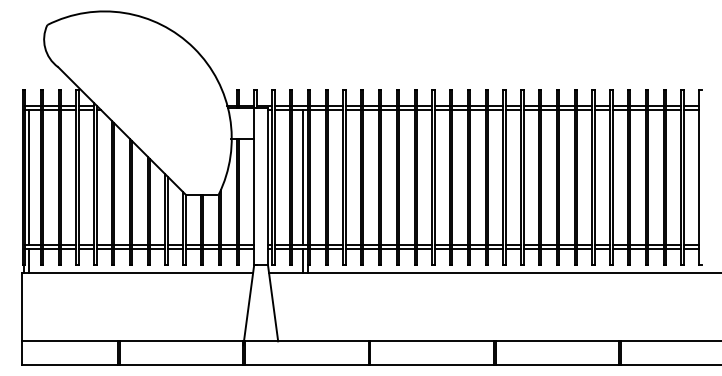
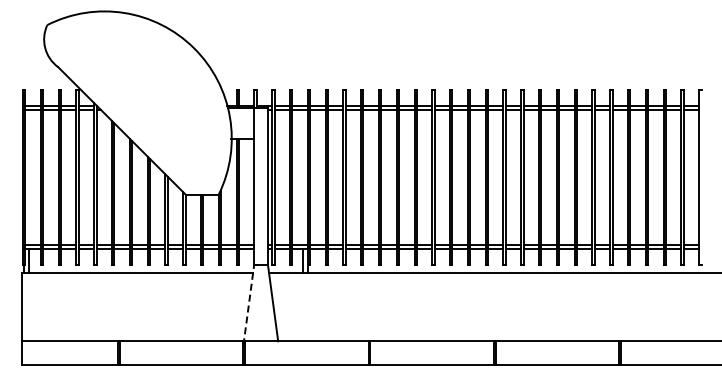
line at (28, 177): present -> none
line at (303, 177): present -> none
line at (248, 304): solid -> dashed
